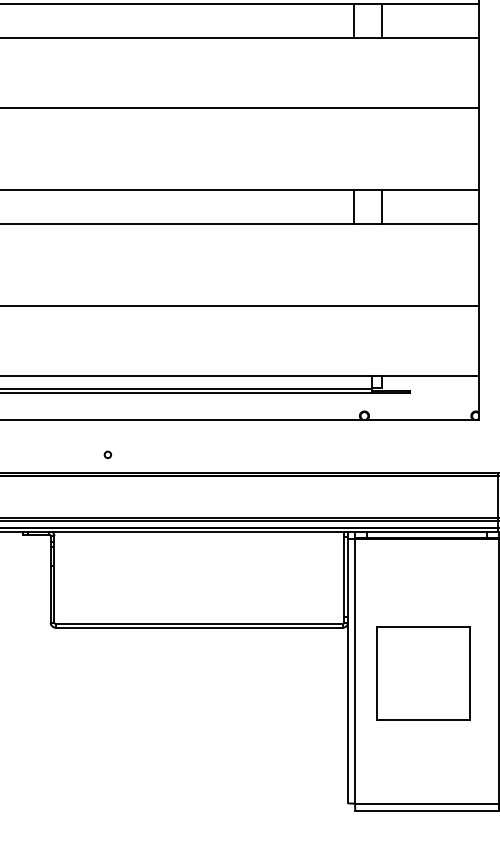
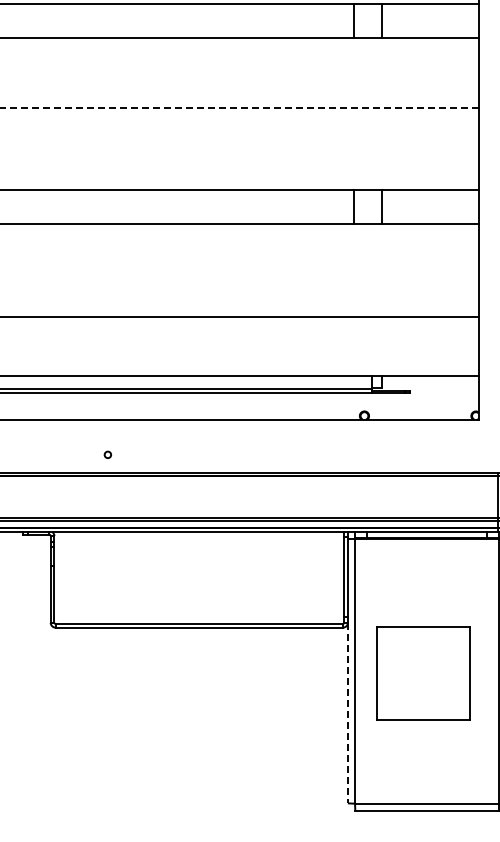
line at (239, 107): solid -> dashed
line at (240, 305) position: (240, 305) -> (240, 316)
line at (347, 713): solid -> dashed
